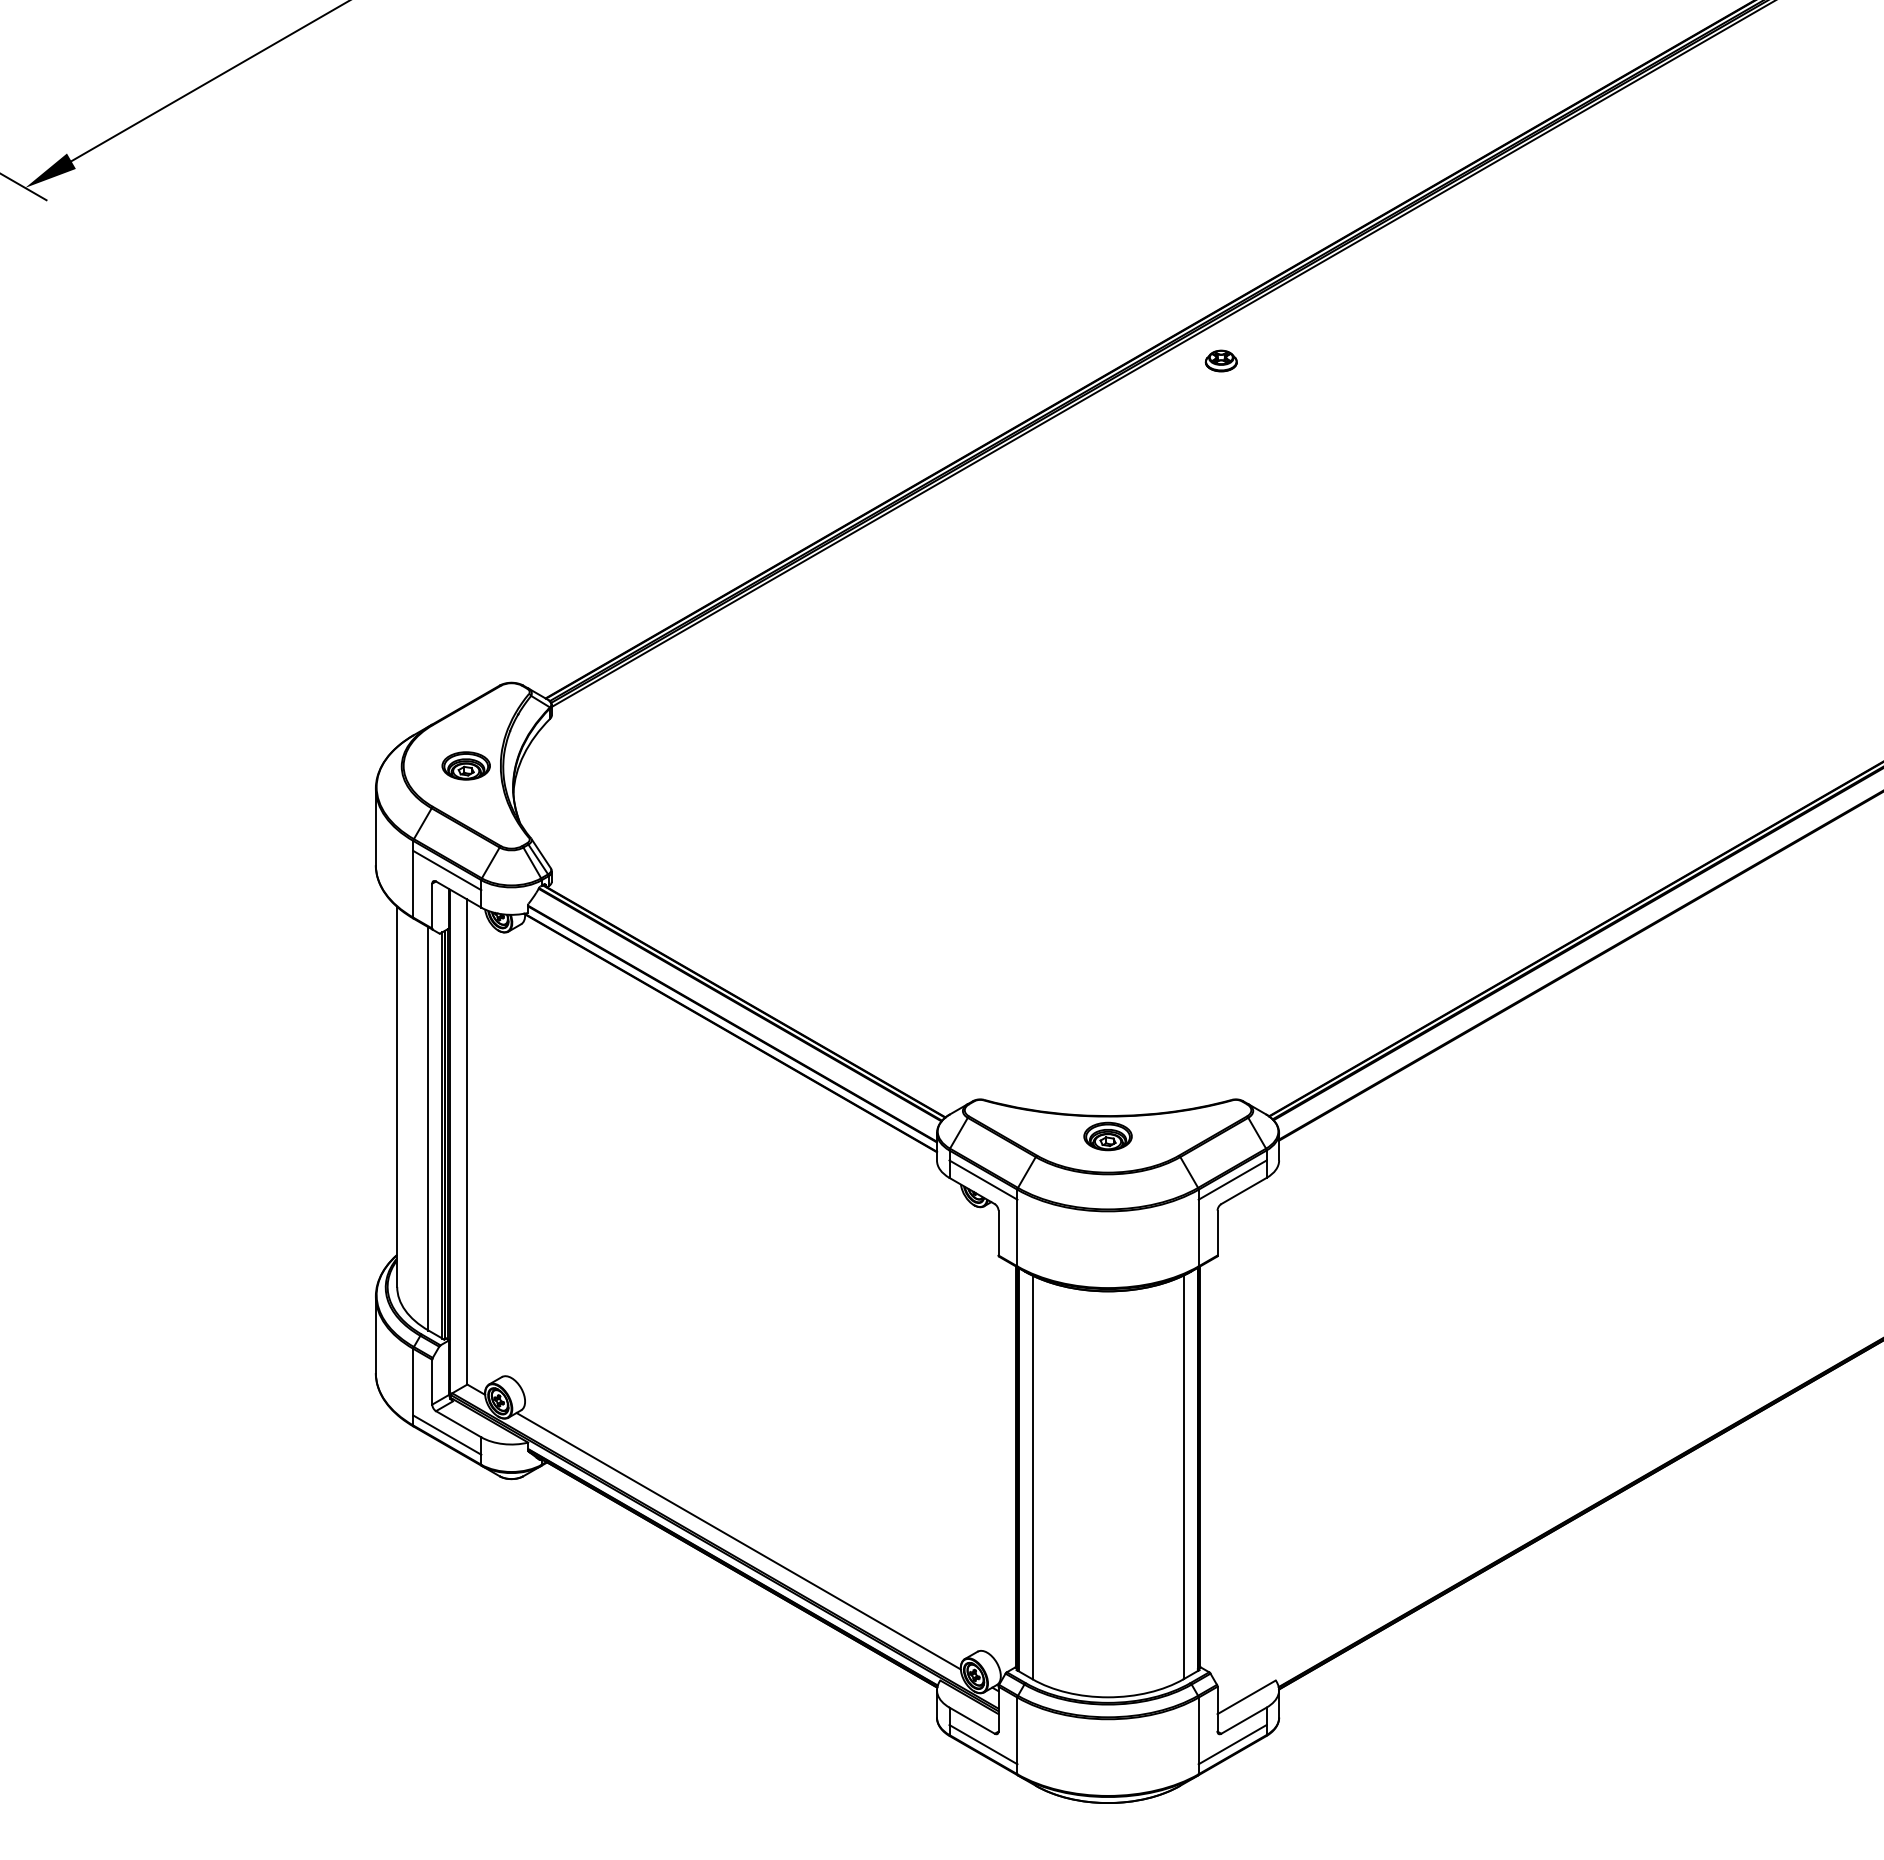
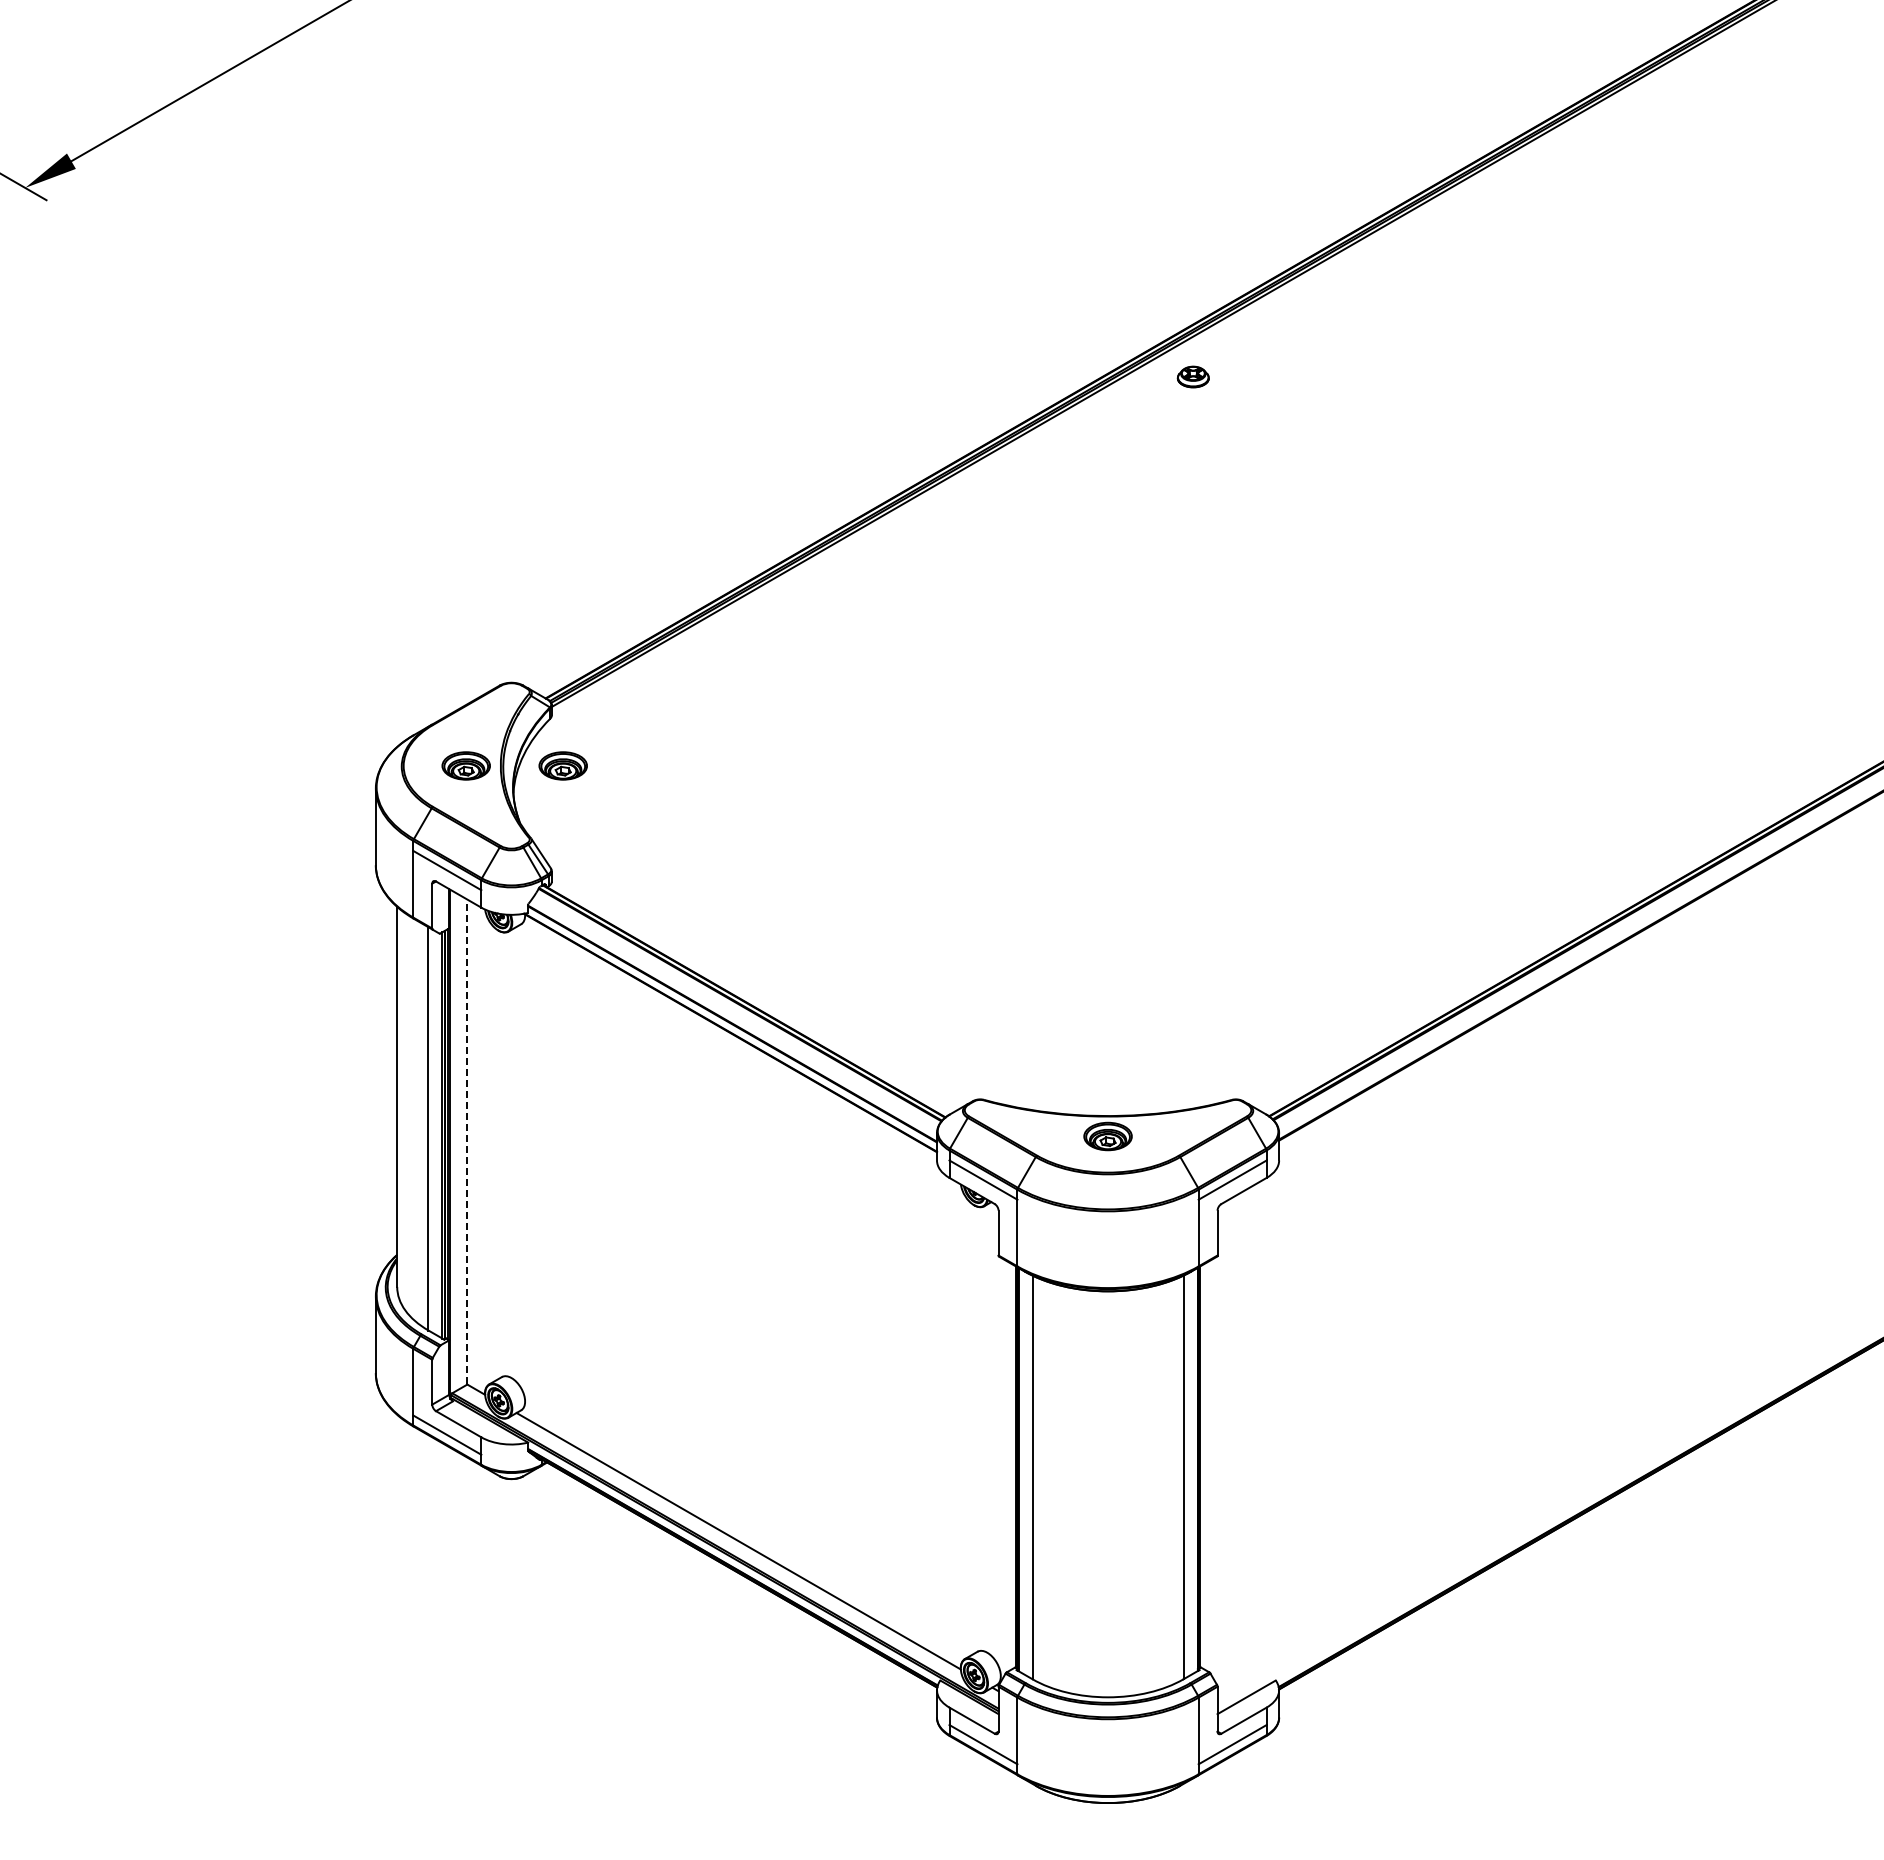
part at (1220, 360) position: (1220, 360) -> (1192, 376)
part at (562, 765): none -> present
line at (467, 1141): solid -> dashed
